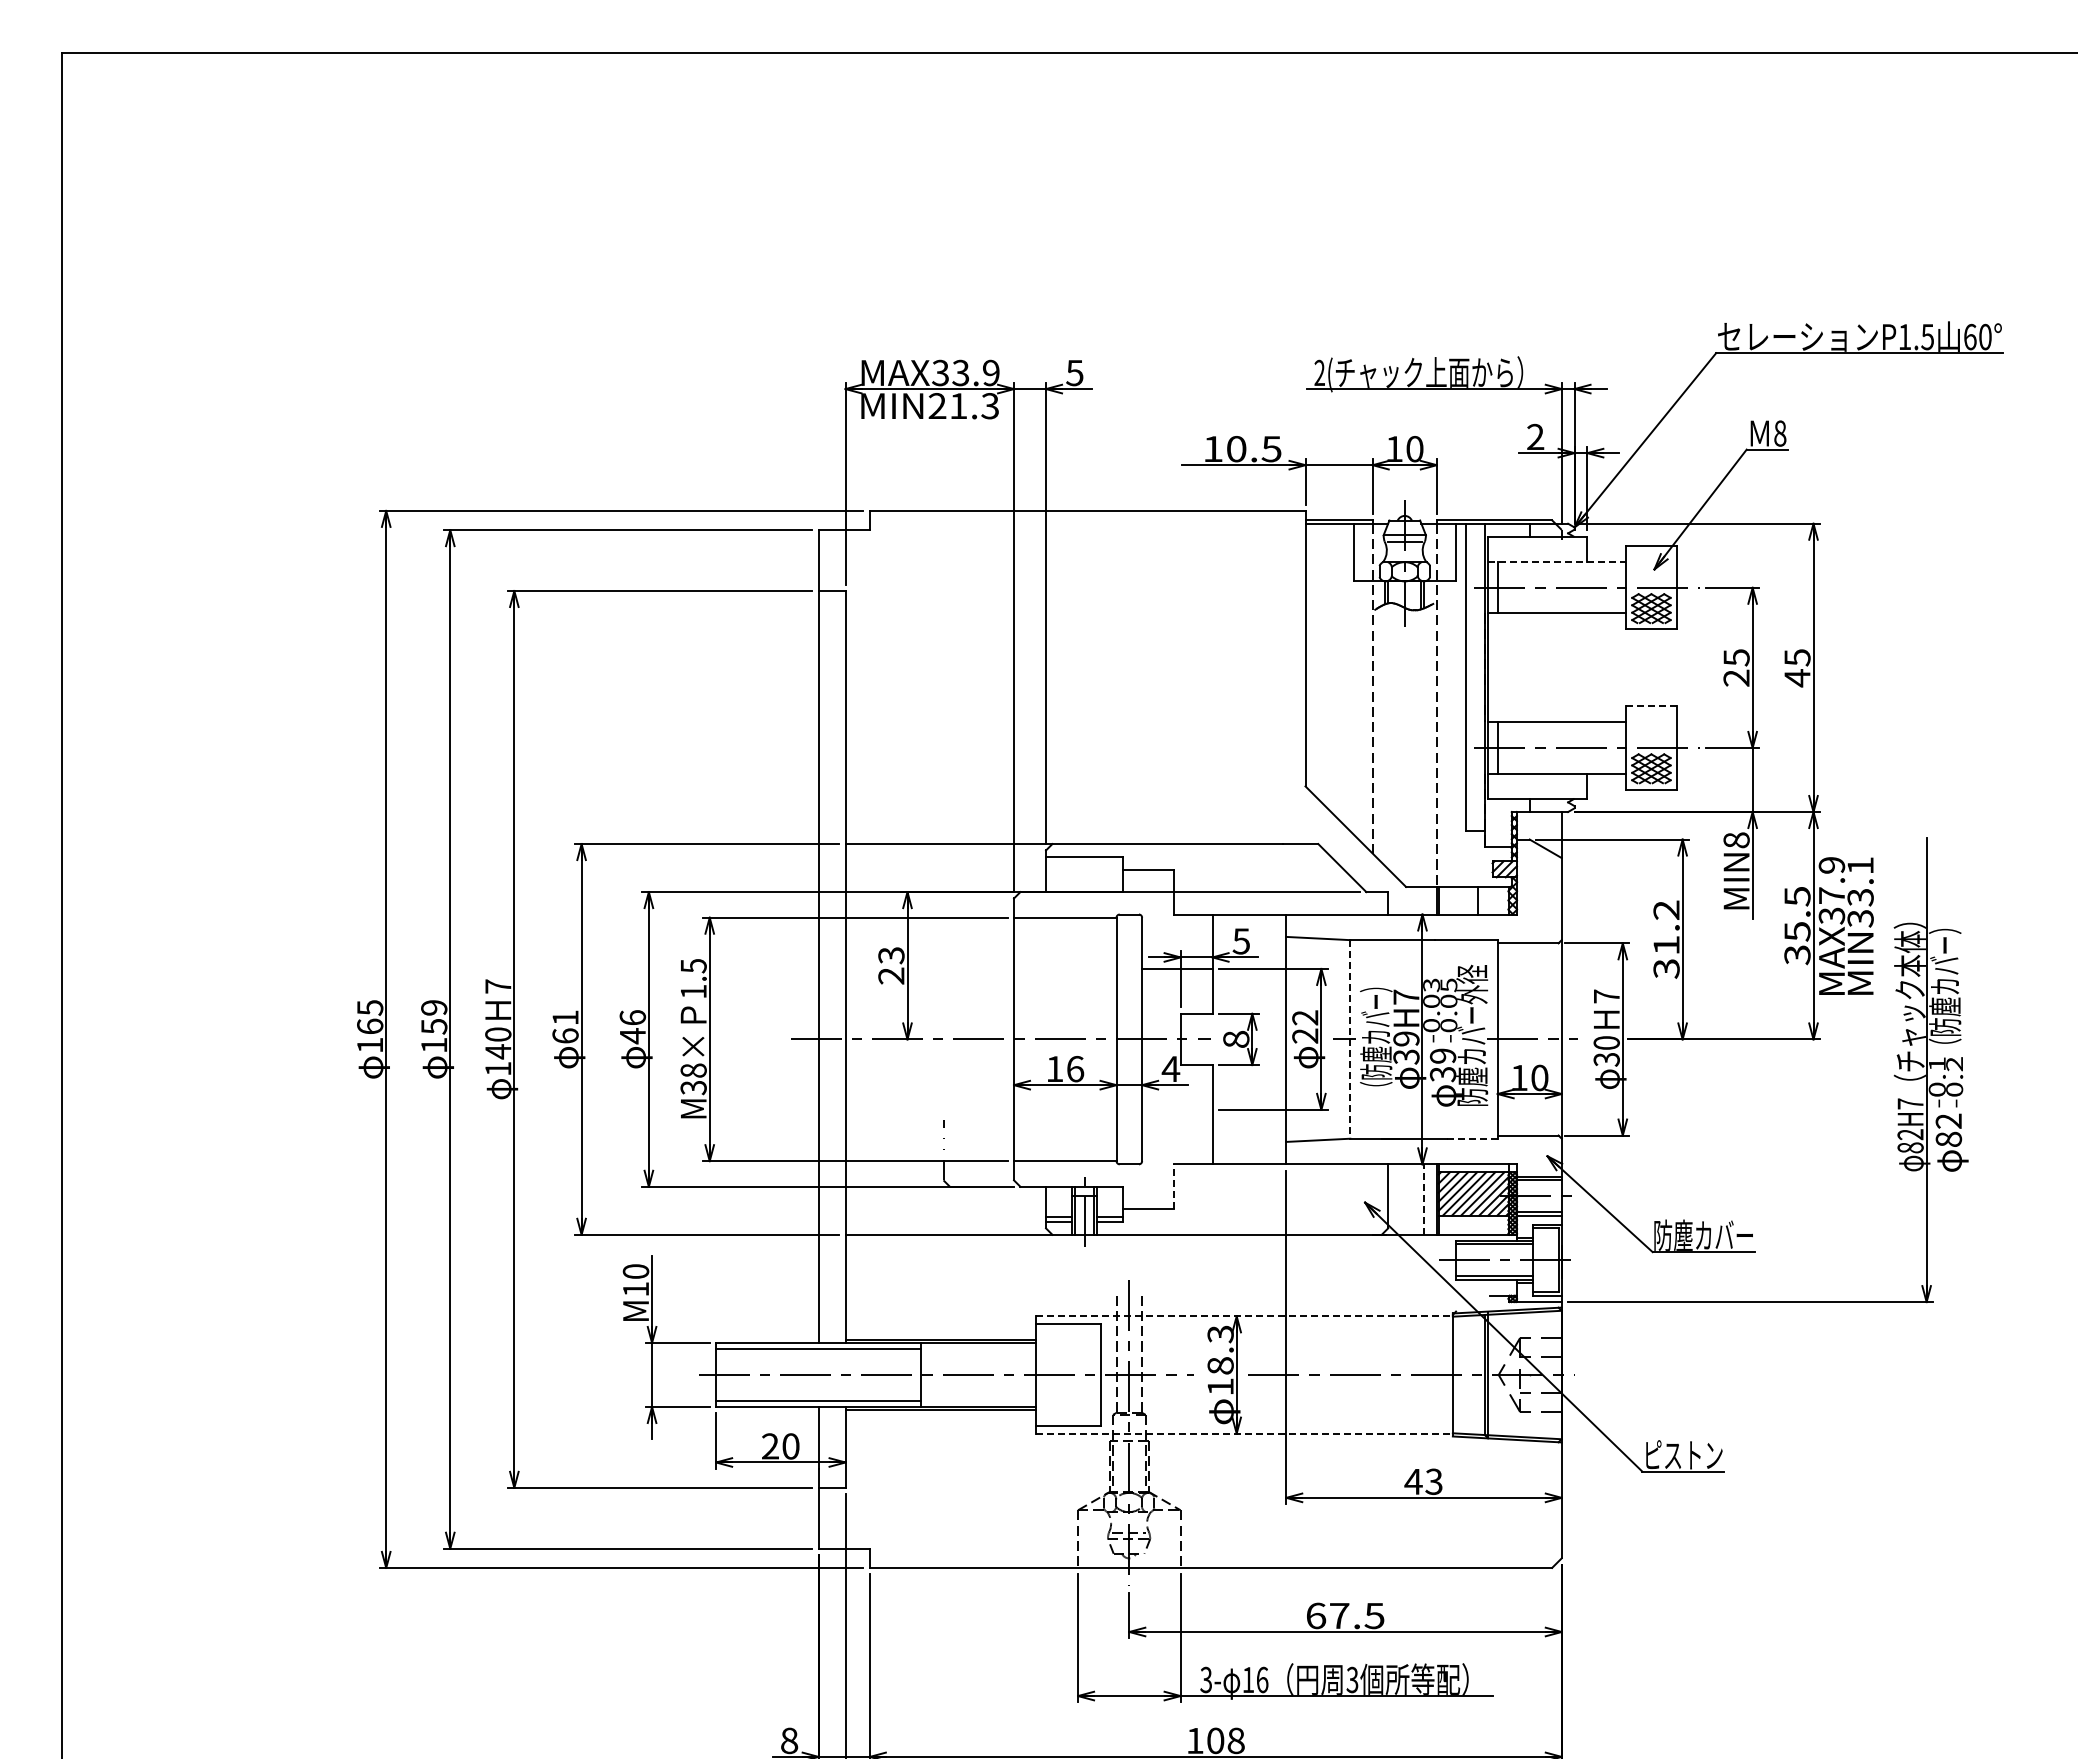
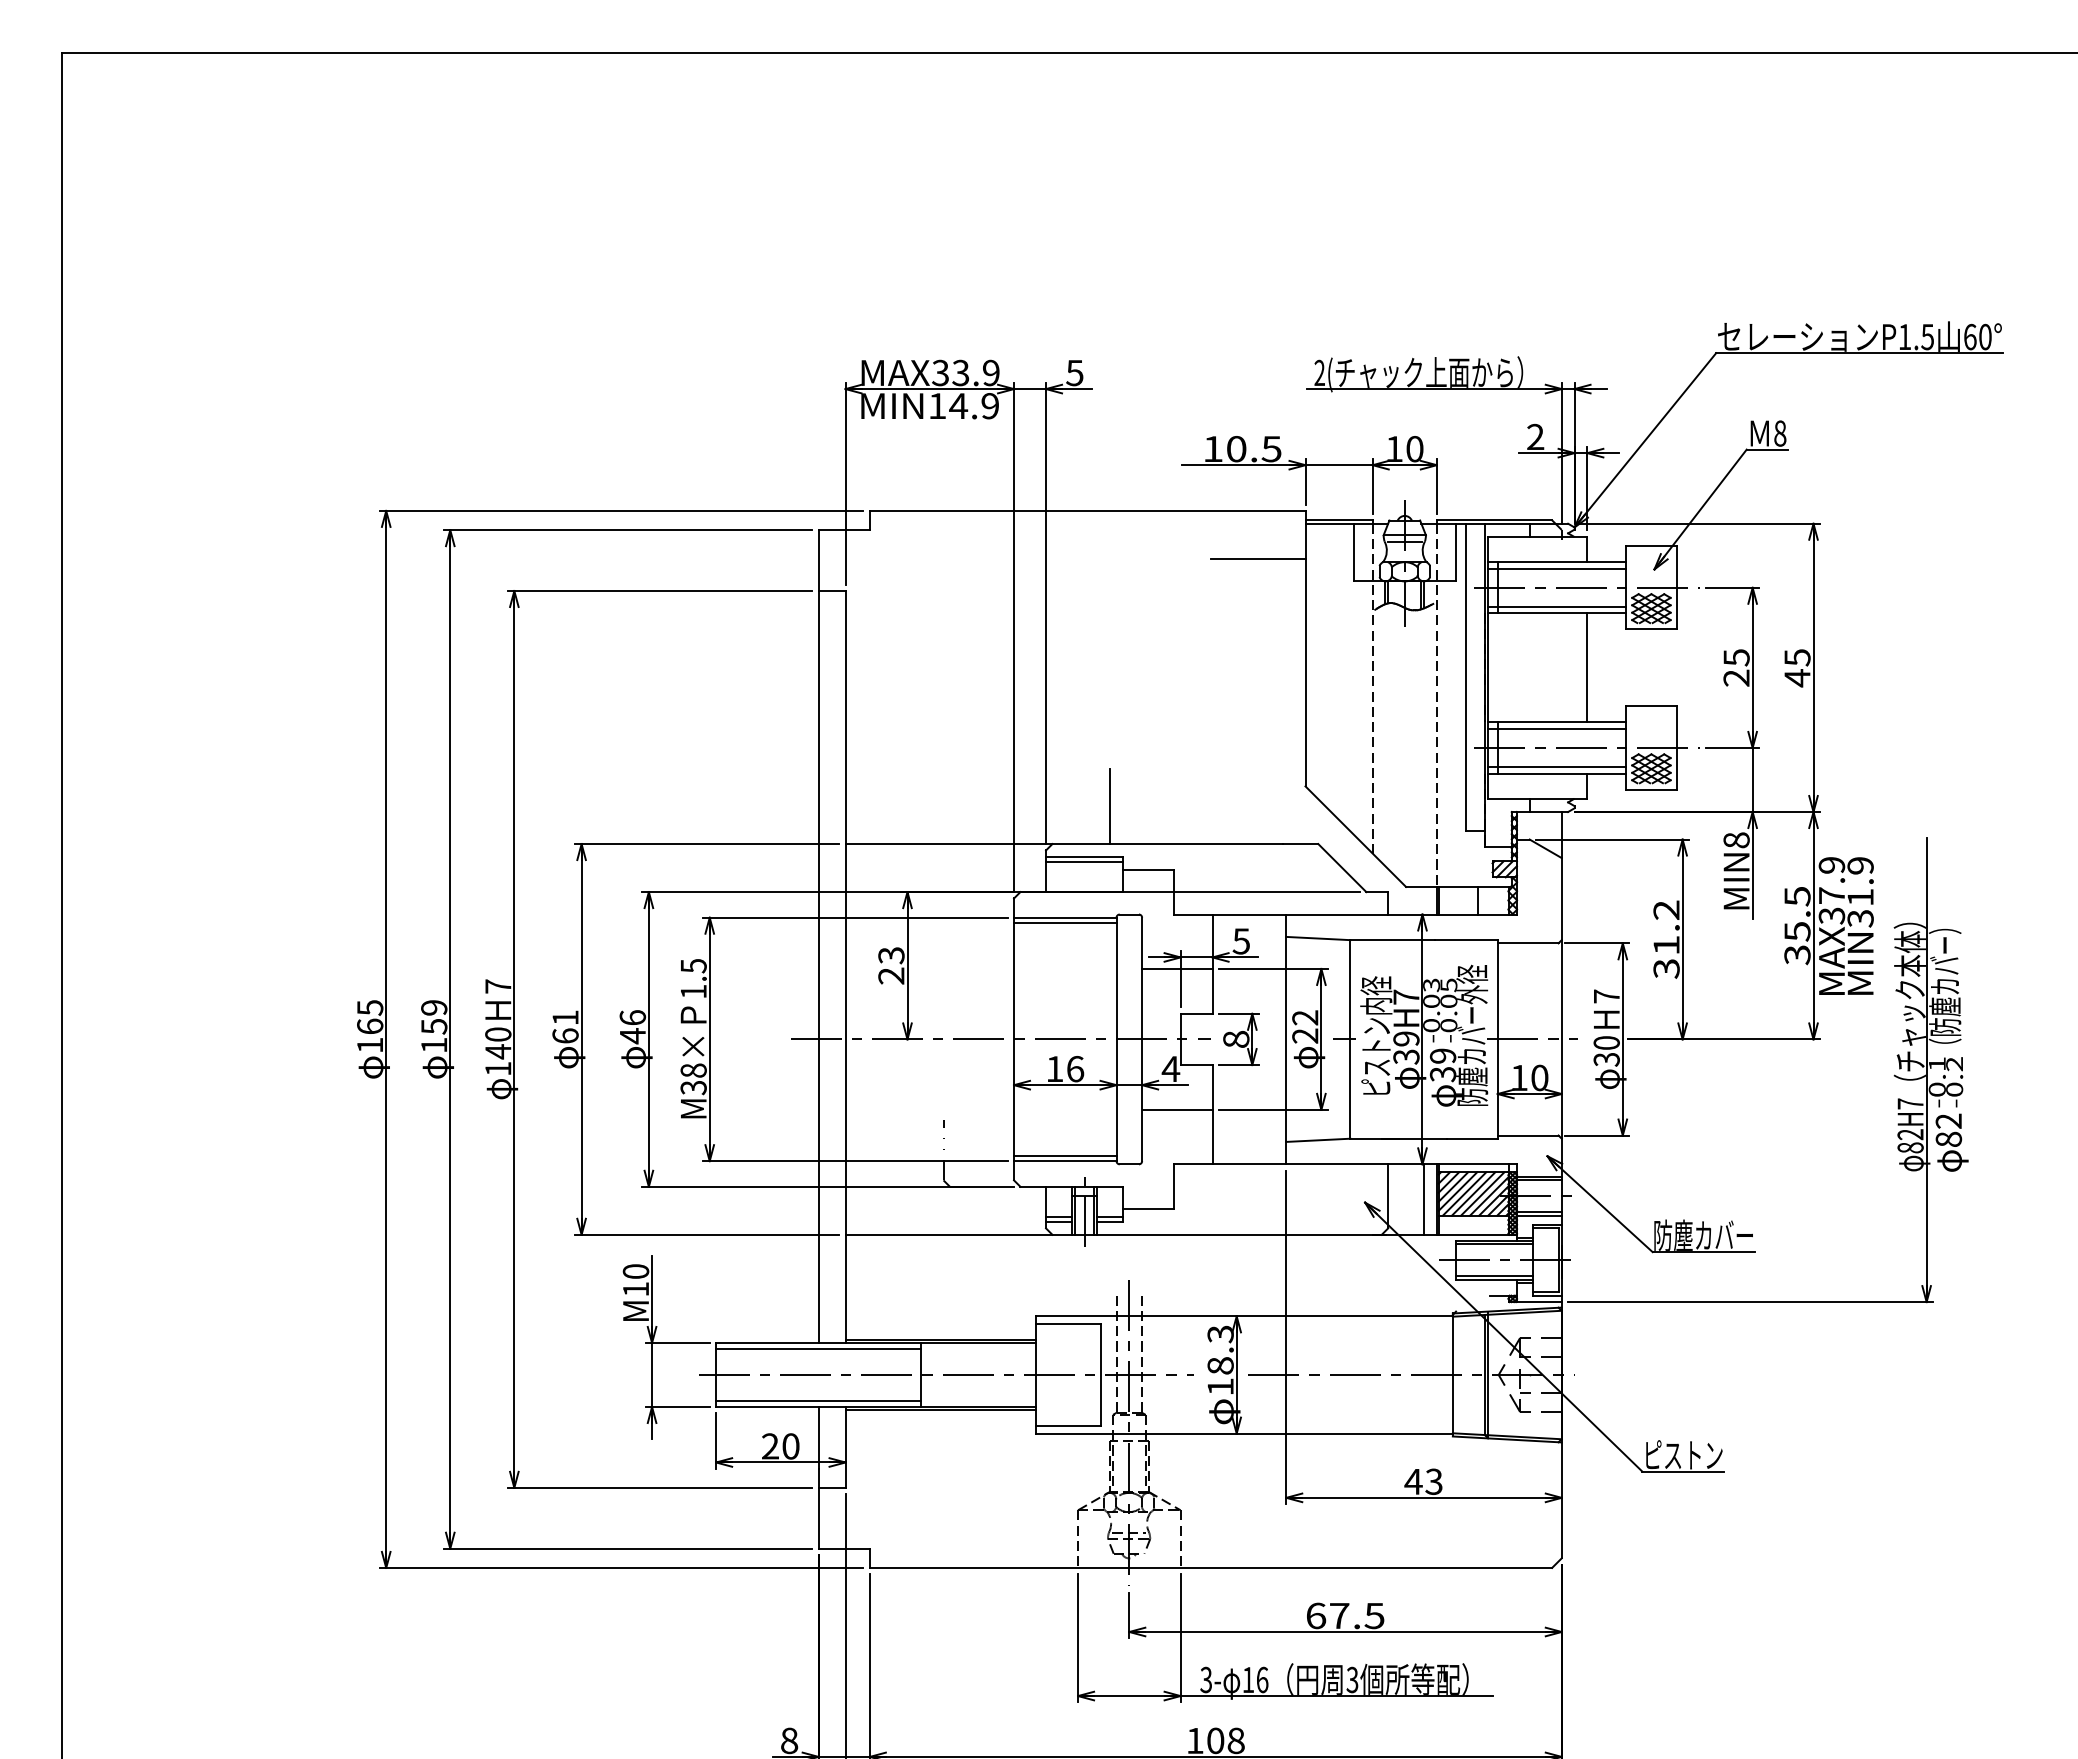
text at (963, 406): MIN21.3 -> MIN14.9
line at (1257, 558): none -> present
line at (1556, 562): dashed -> solid
line at (1556, 568): none -> present
line at (1556, 607): none -> present
line at (1587, 667): none -> present
line at (1651, 706): dashed -> solid
line at (1556, 728): none -> present
line at (1556, 767): none -> present
line at (1110, 806): none -> present
line at (1084, 862): none -> present
text at (1860, 881): MIN33.1 -> MIN31.9
line at (1065, 923): none -> present
text at (1376, 1035): （防塵カバー） -> ピストン内径
line at (1350, 1039): dashed -> solid
line at (1177, 1109): none -> present
line at (1472, 1138): dashed -> solid
line at (1065, 1155): none -> present
line at (1174, 1186): dashed -> solid
line at (1424, 1199): dashed -> solid
line at (1245, 1316): dashed -> solid
line at (1245, 1433): dashed -> solid
